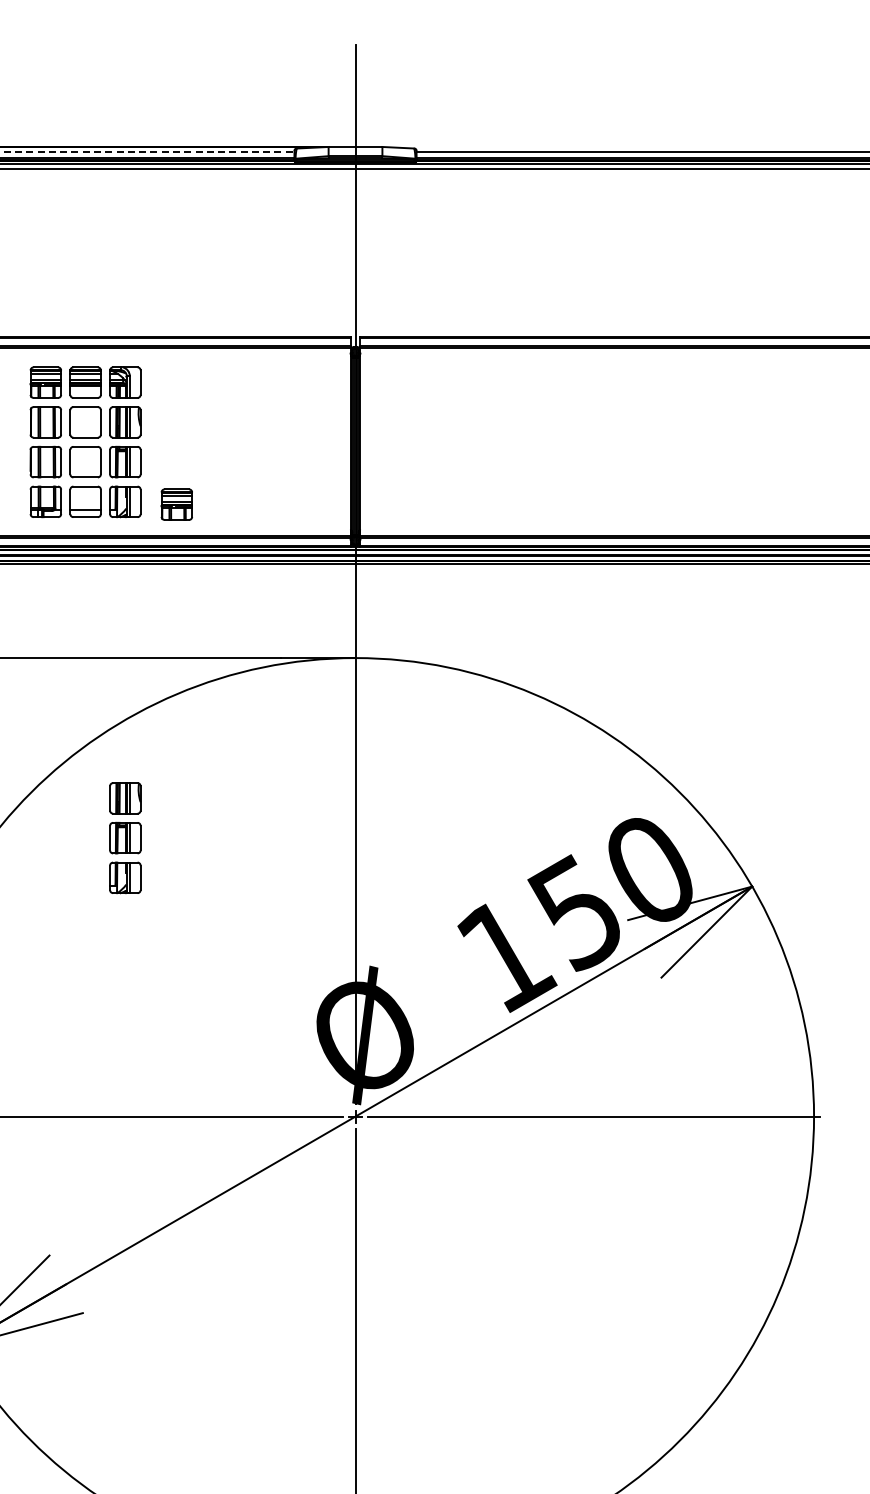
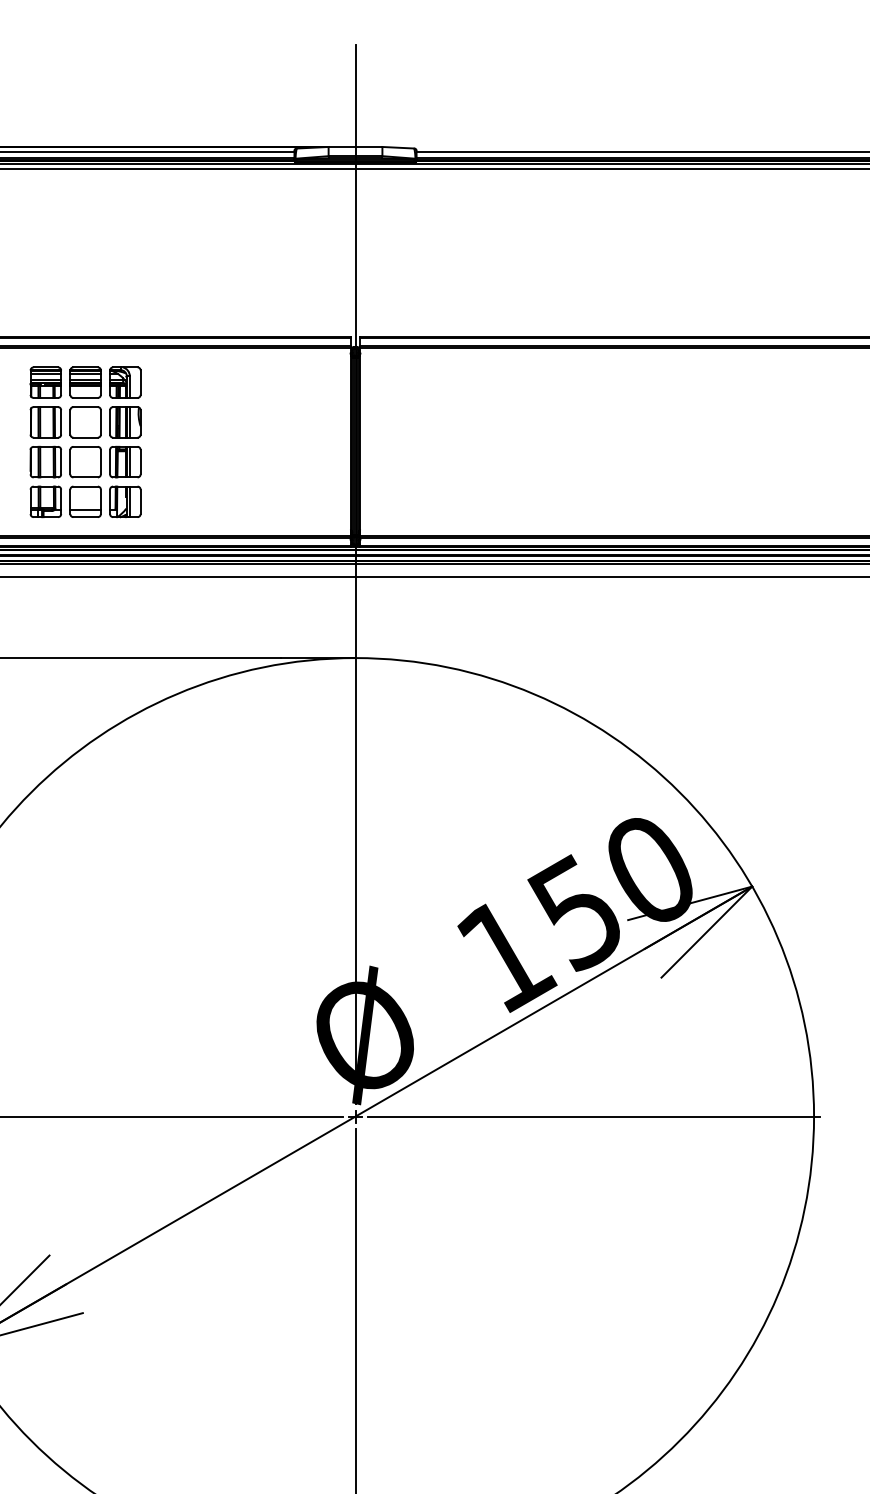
line at (147, 151): dashed -> solid
part at (176, 504): present -> none
line at (434, 576): none -> present
part at (125, 838): present -> none
